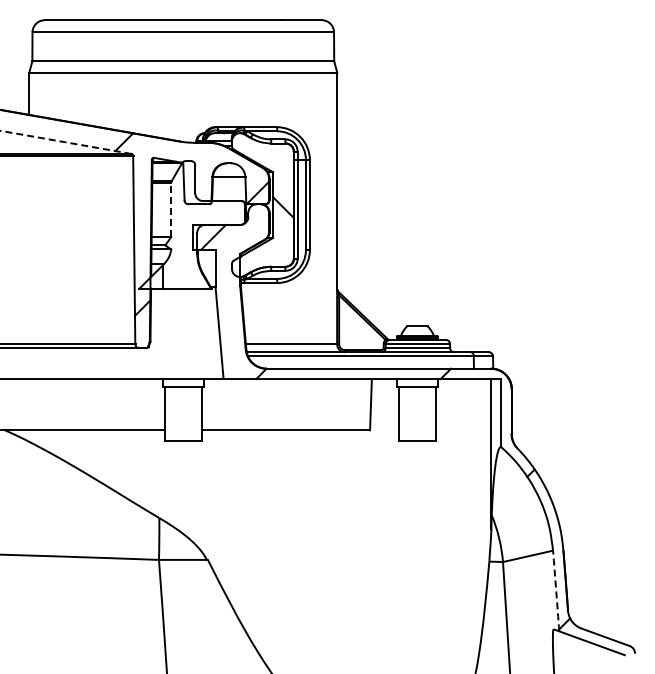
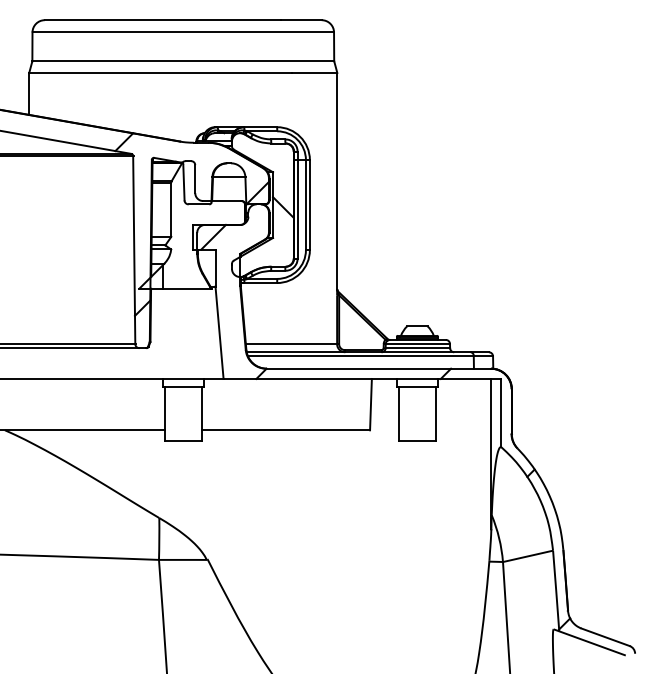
line at (65, 142): dashed -> solid
line at (171, 209): dashed -> solid
arc at (556, 591): dashed -> solid
